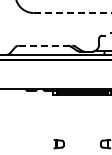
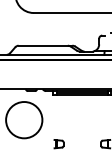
line at (72, 13): dashed -> solid
line at (45, 45): dashed -> solid
circle at (24, 120): none -> present
